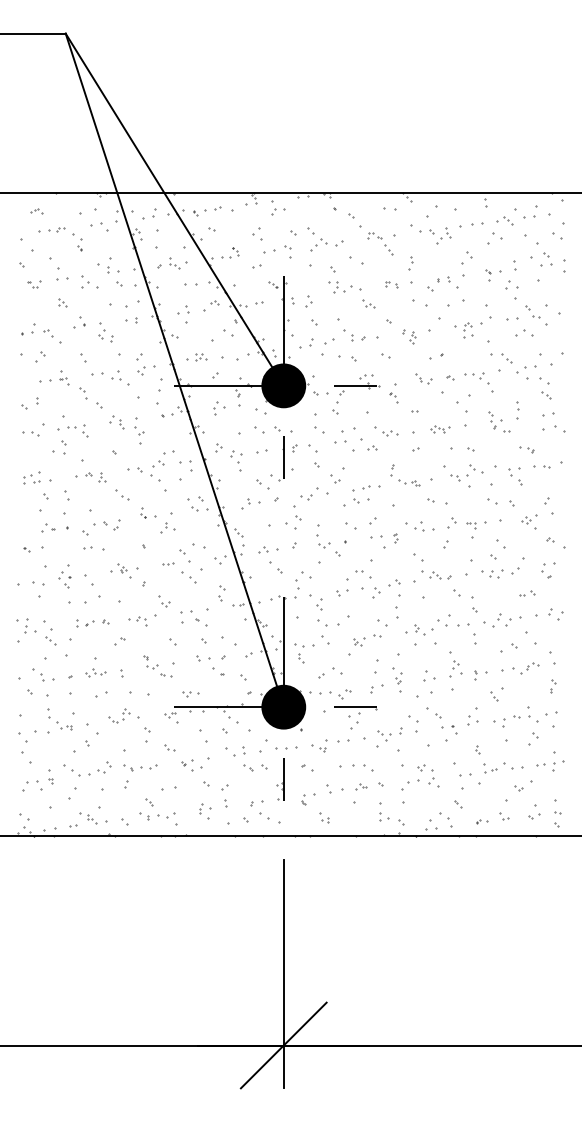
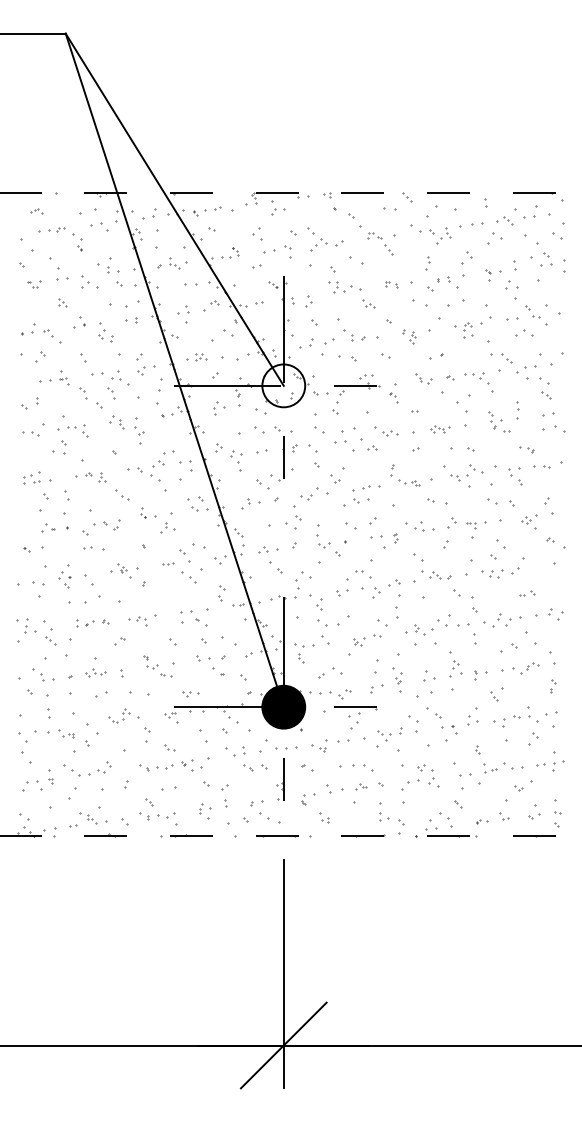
line at (291, 193): solid -> dashed
part at (410, 263) position: (410, 263) -> (427, 263)
fill at (283, 385): present -> none
part at (111, 393): none -> present
part at (546, 570): present -> none
part at (164, 601): present -> none
part at (64, 725) position: (64, 725) -> (66, 733)
part at (140, 767) position: (140, 767) -> (156, 767)
line at (291, 835): solid -> dashed
